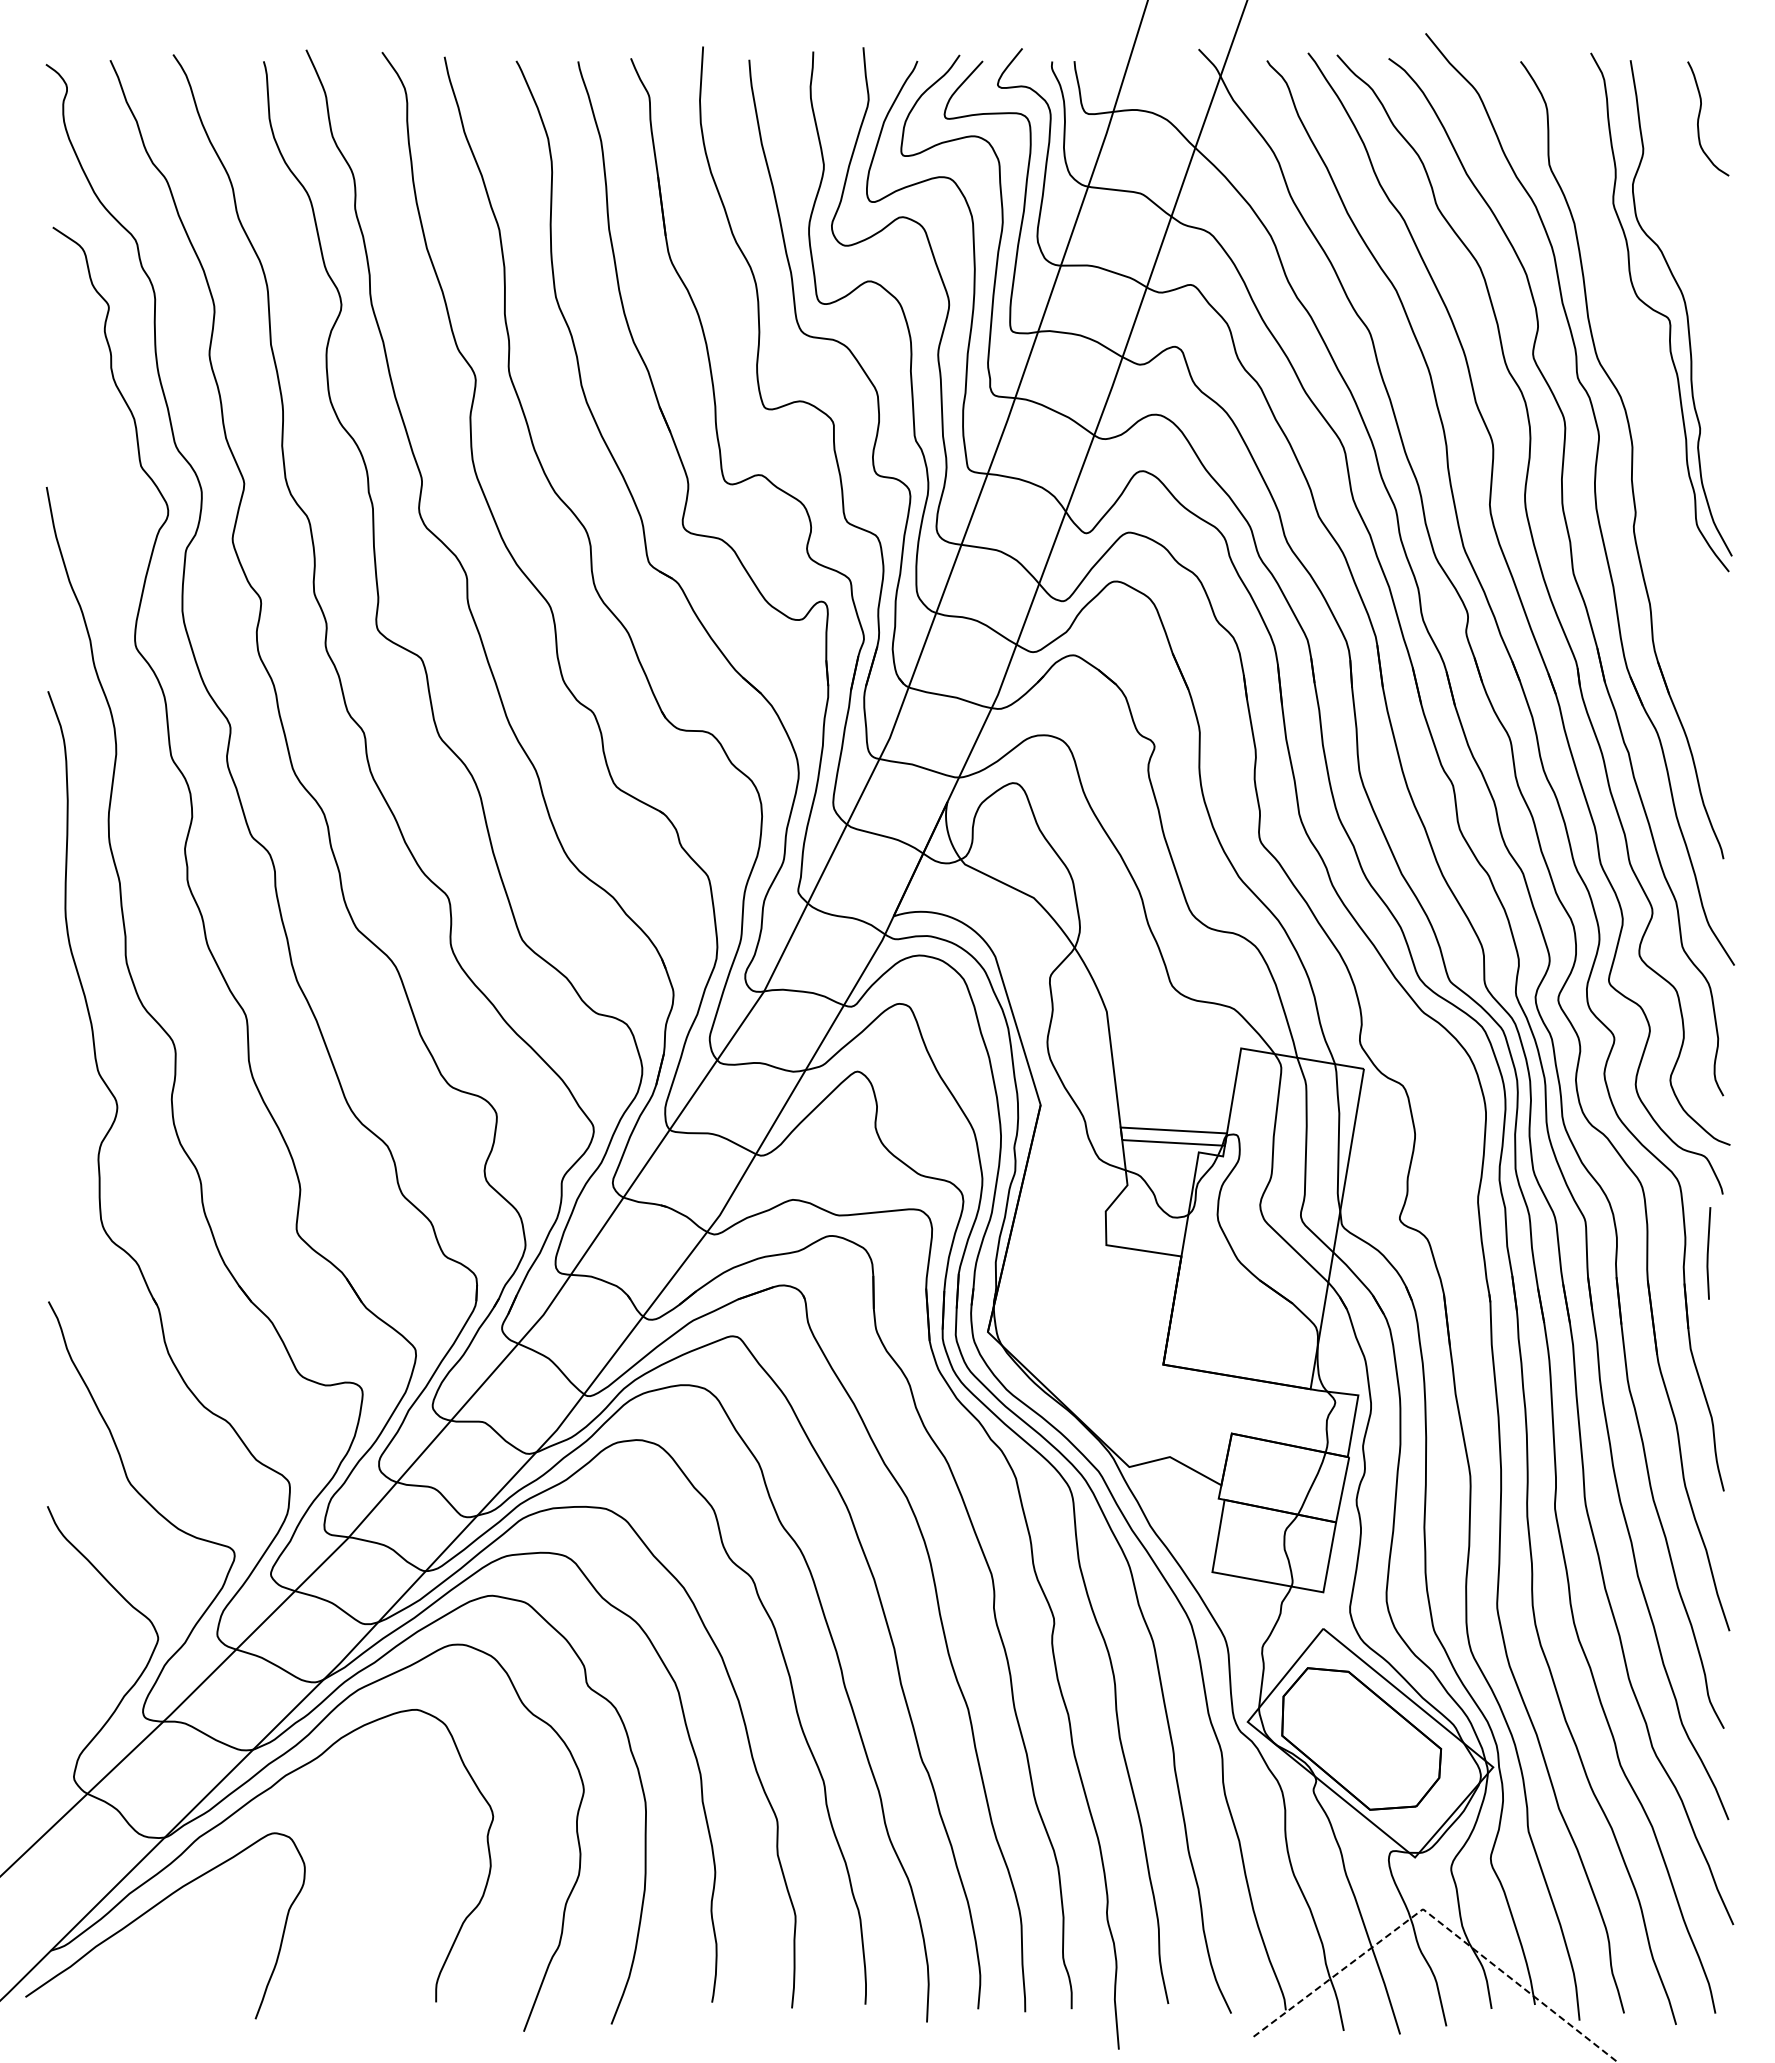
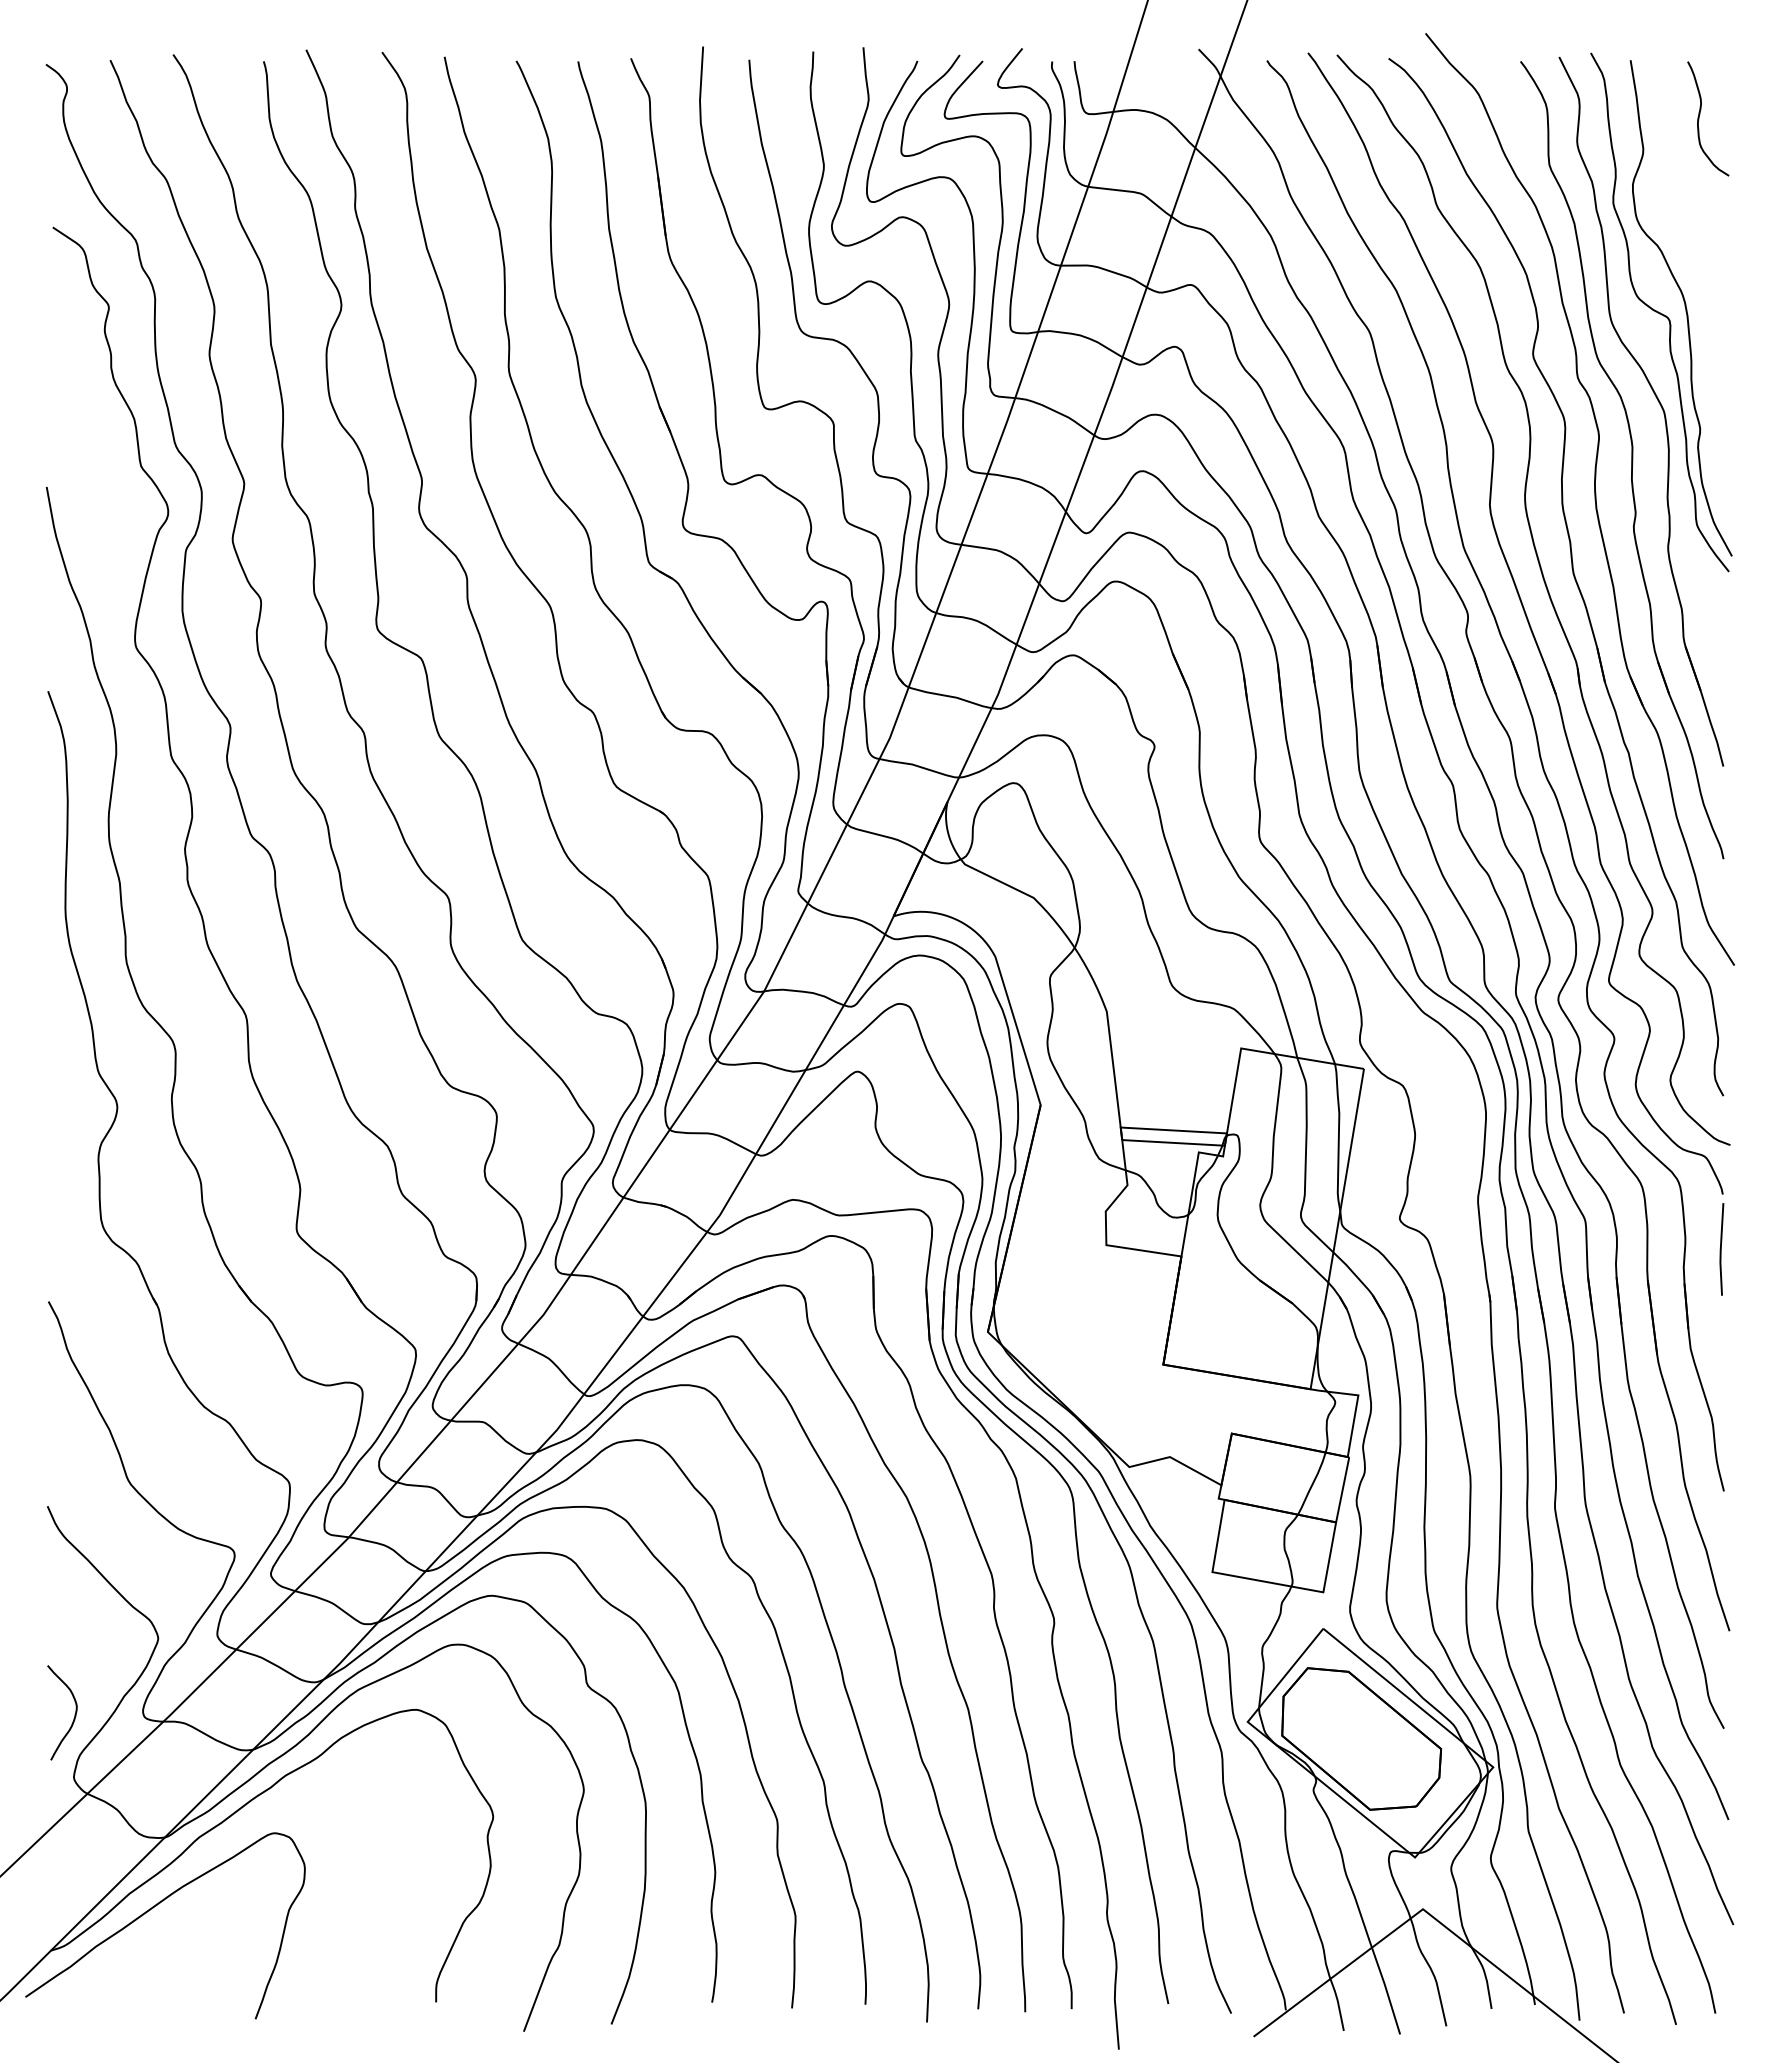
part at (1658, 402): none -> present
line at (1708, 1253) position: (1708, 1253) -> (1721, 1249)
curve at (74, 1714): none -> present
line at (1437, 1920): dashed -> solid
